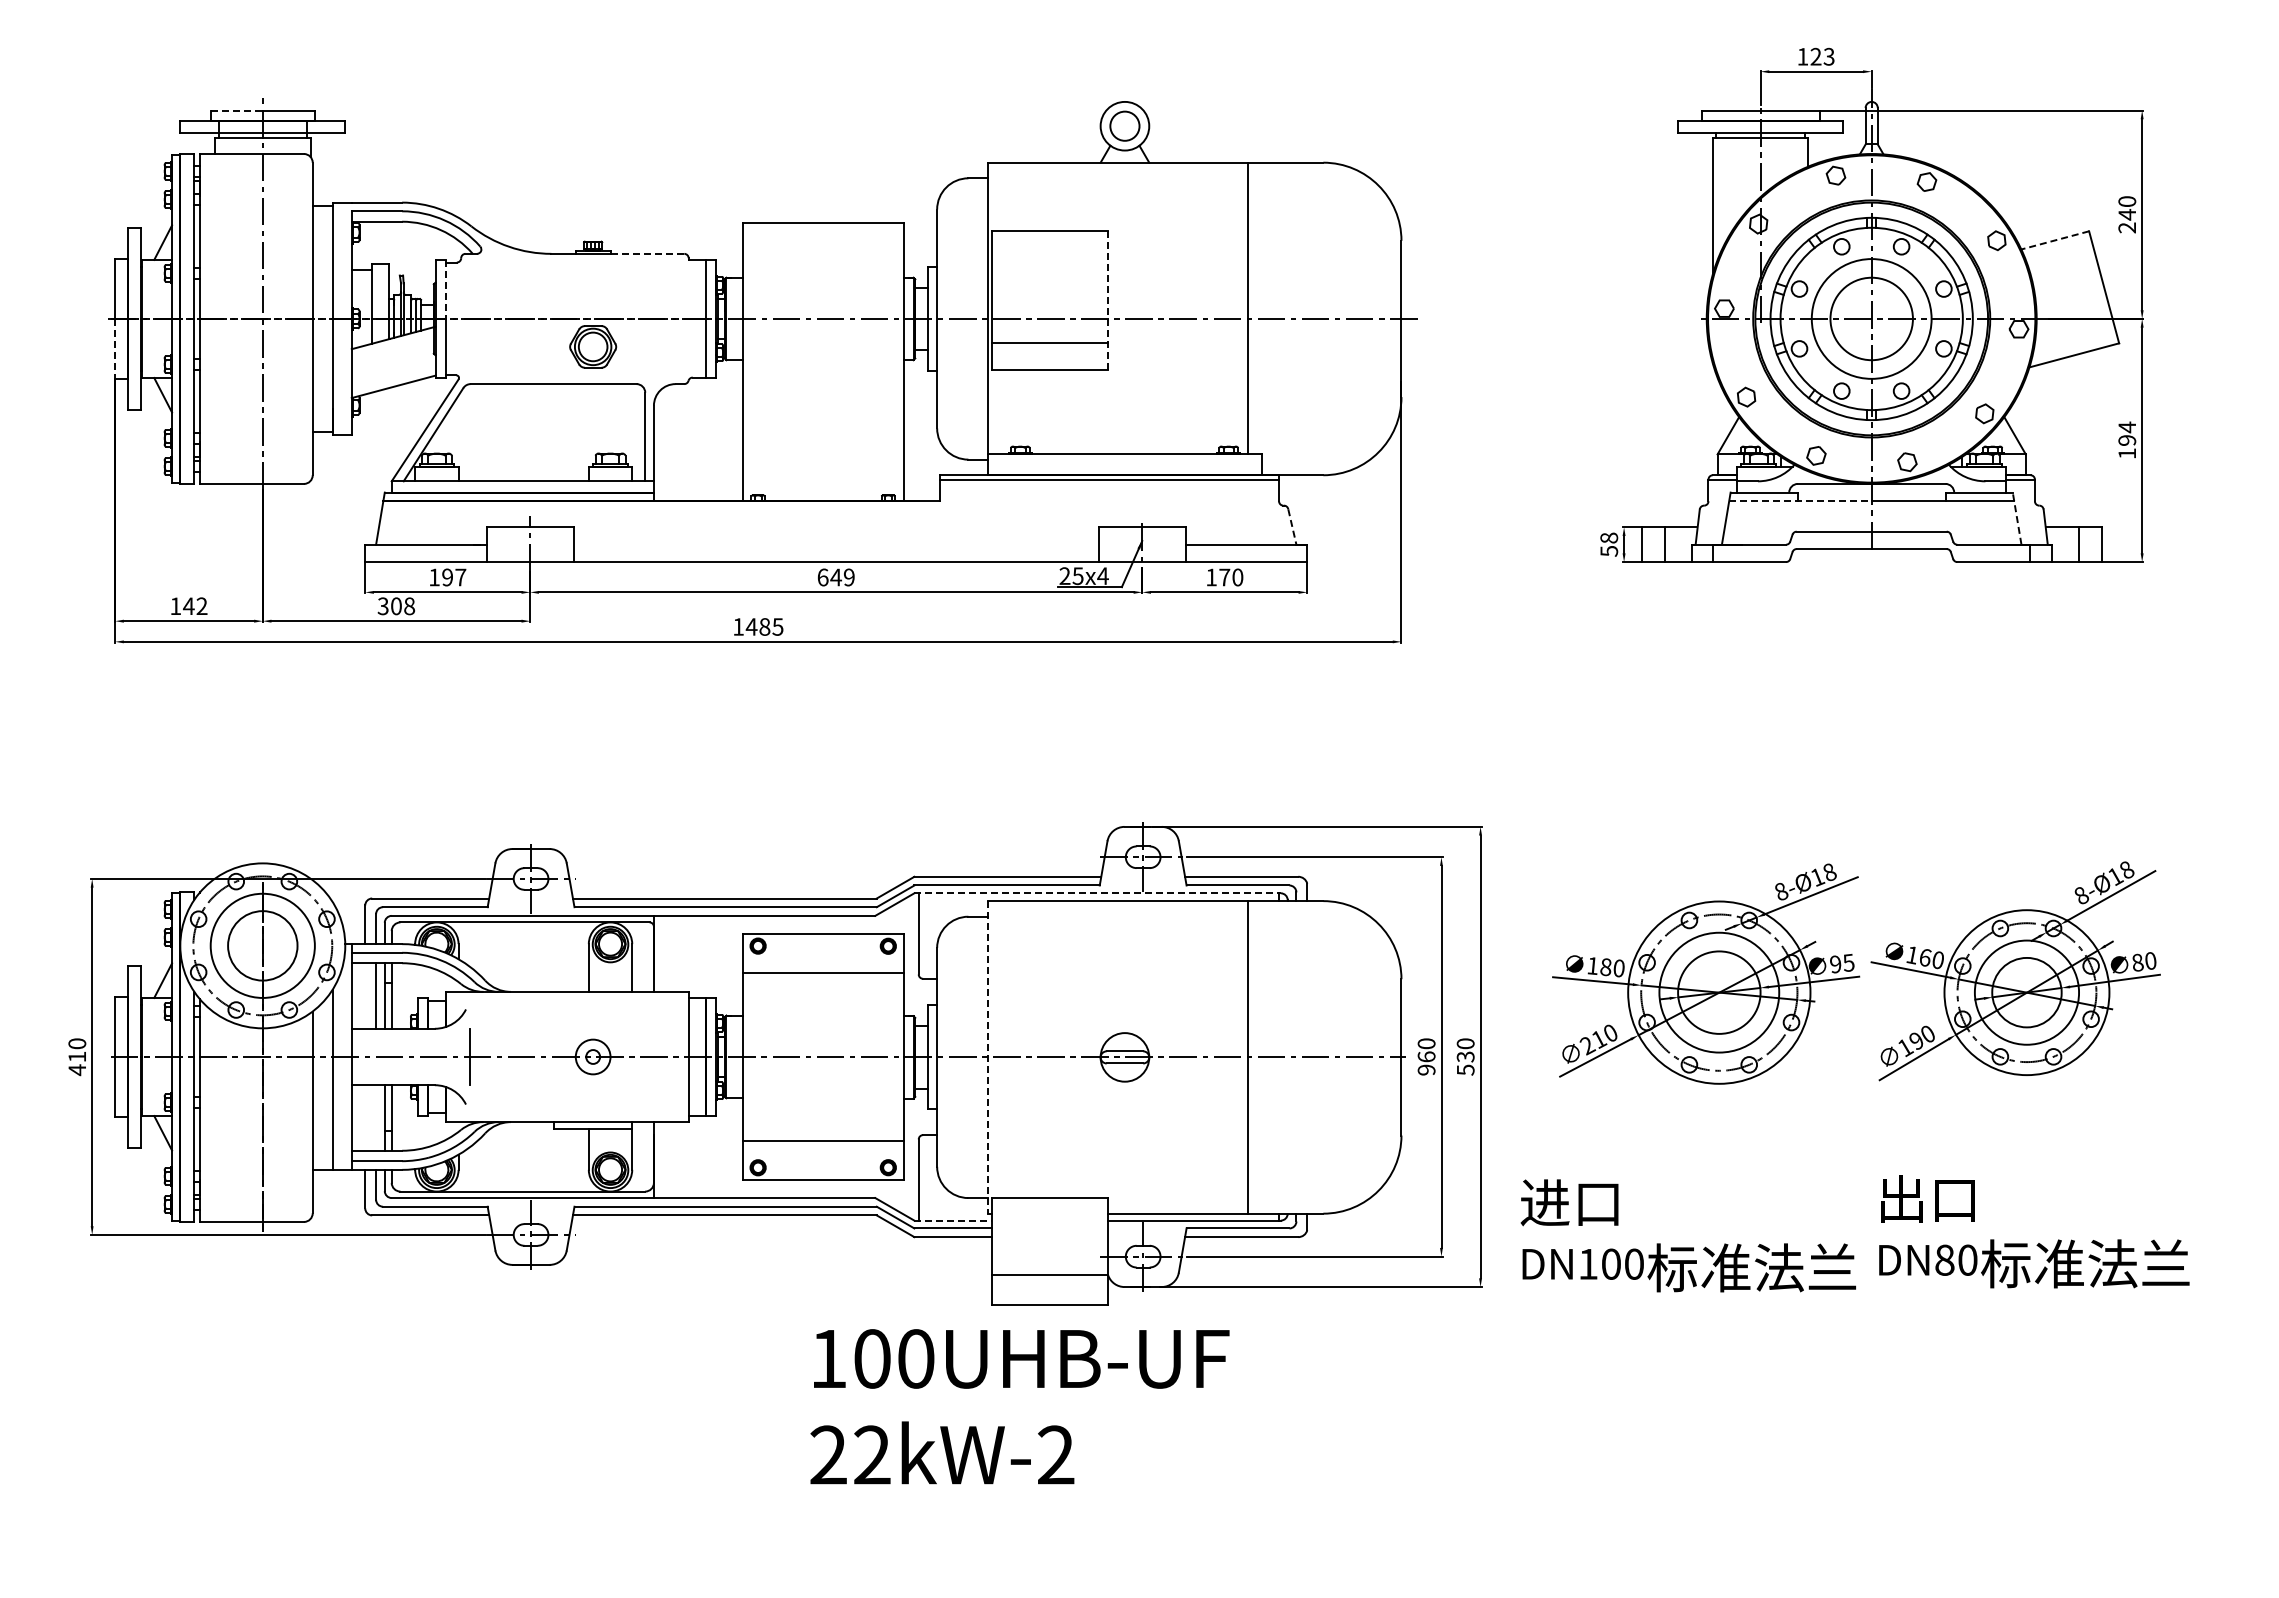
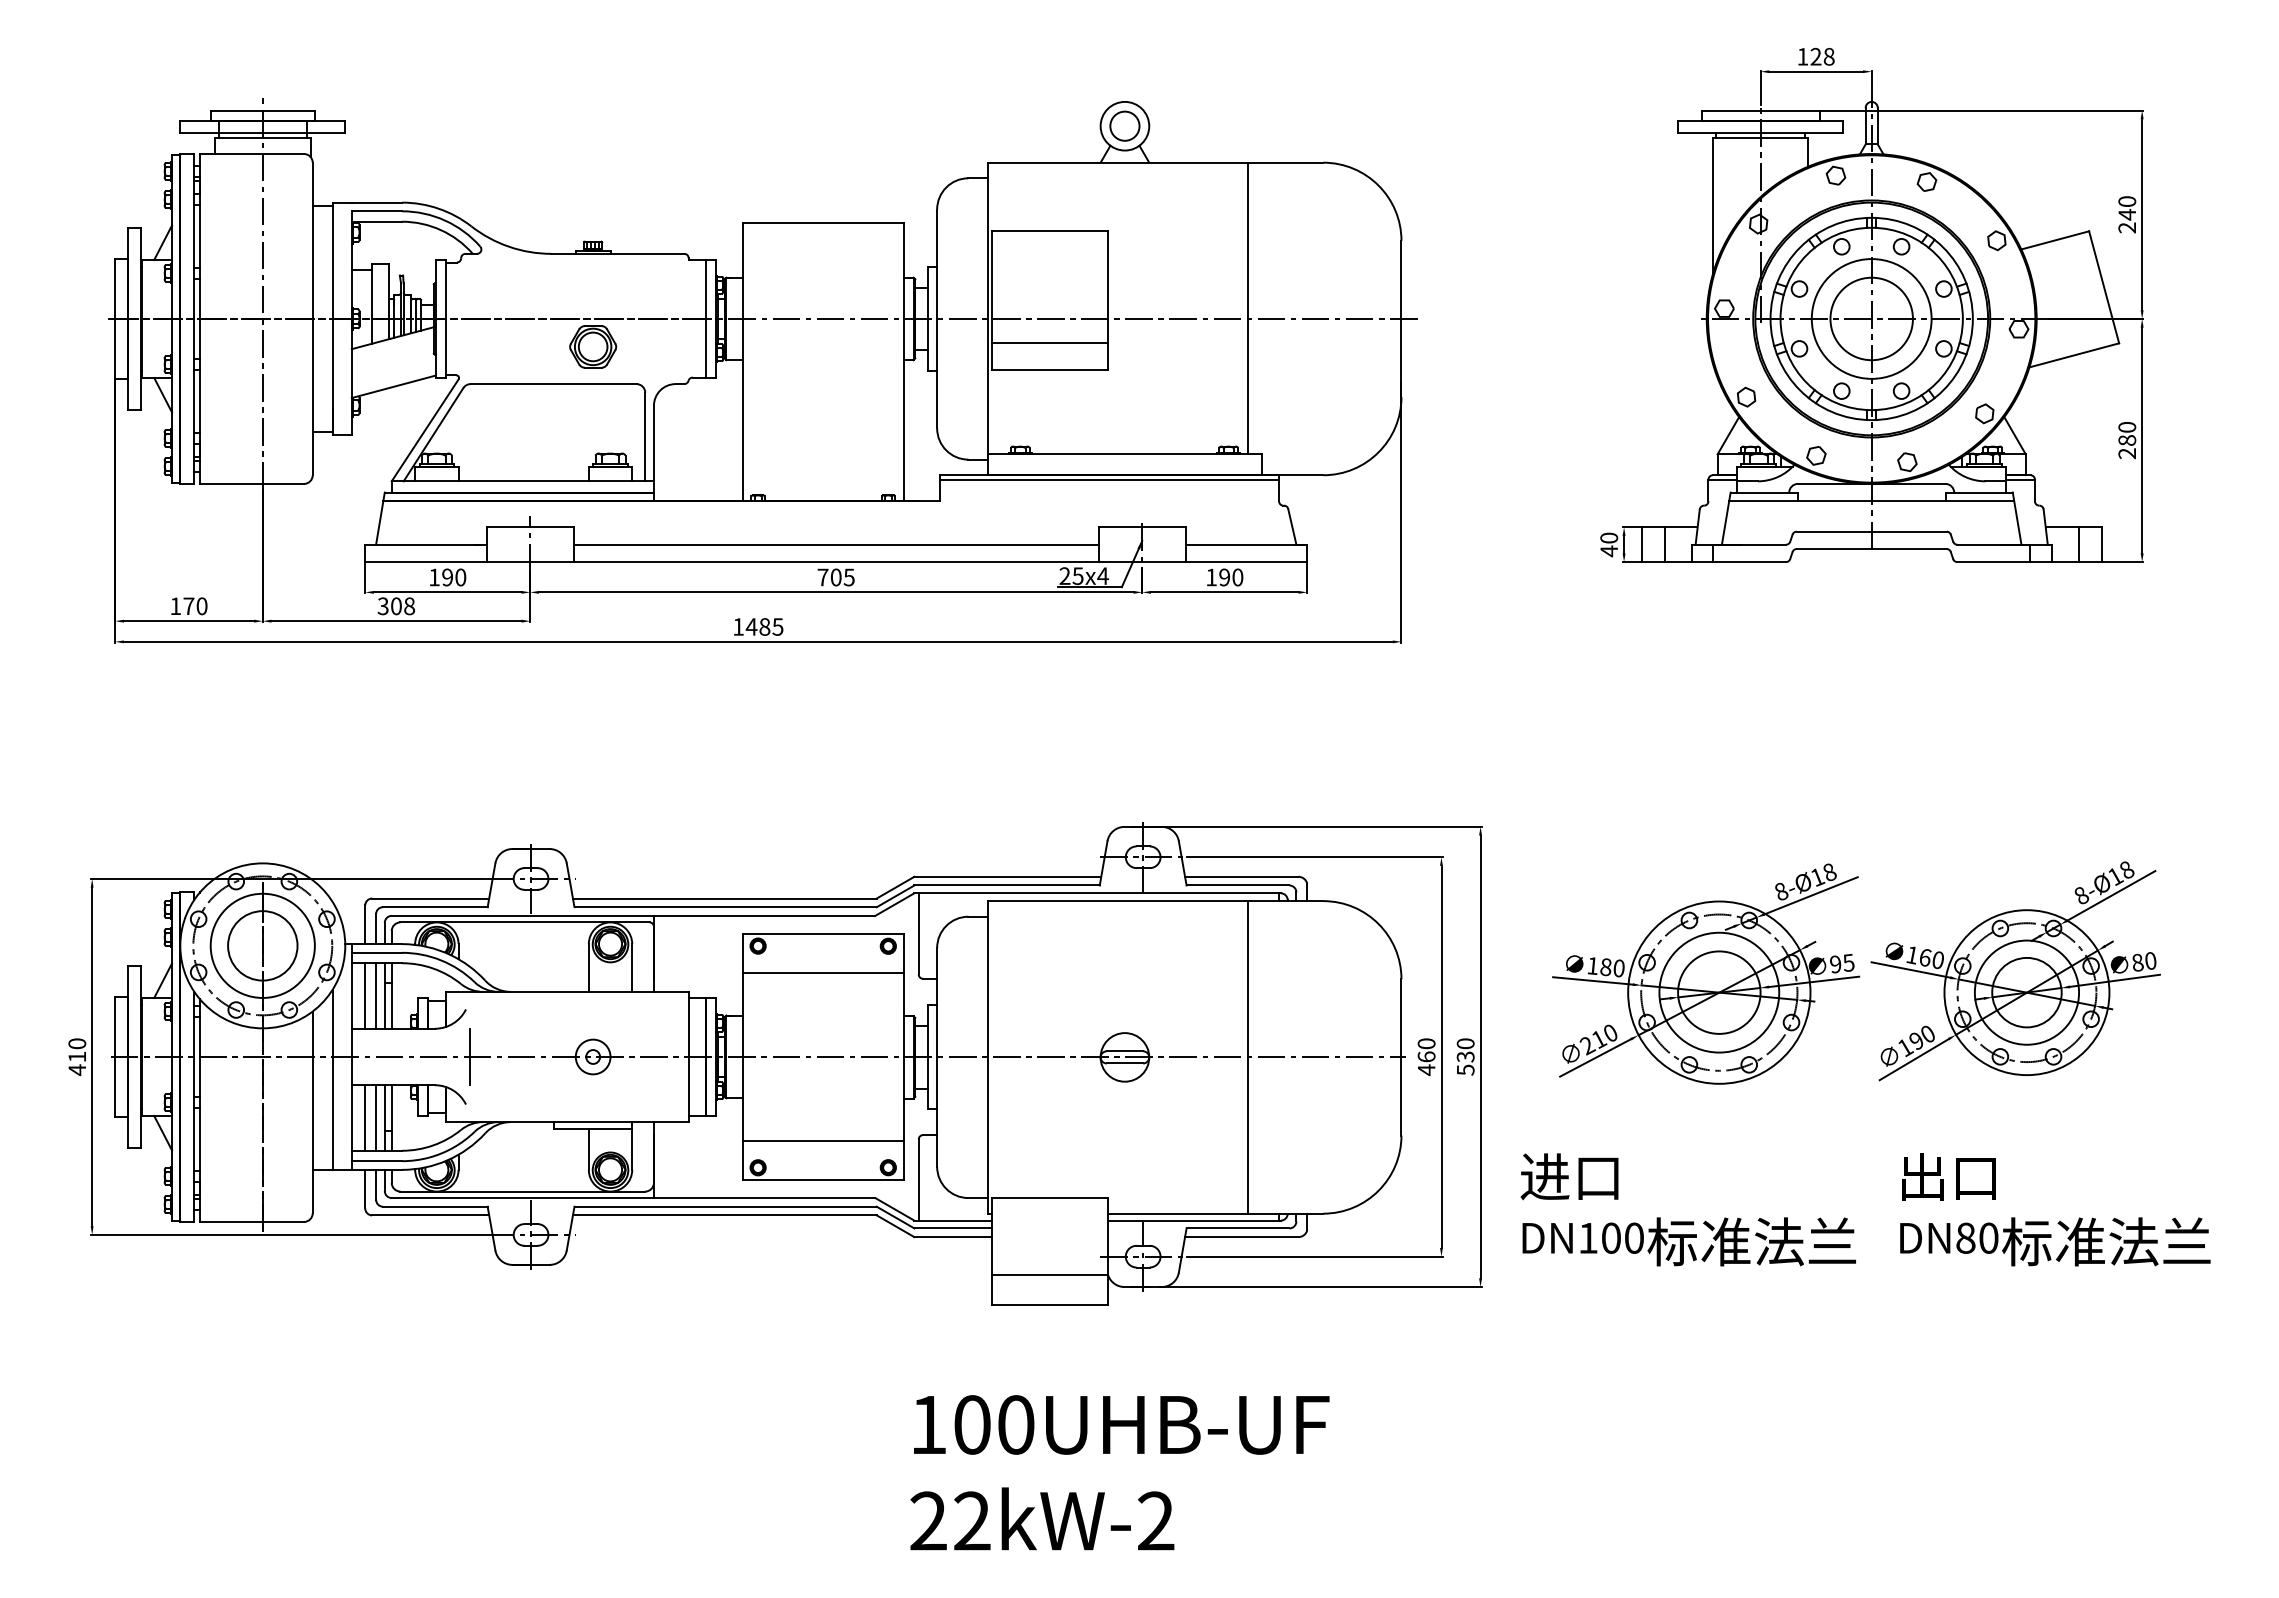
text at (1828, 56): 123 -> 128
line at (237, 110): dashed -> solid
line at (2054, 240): dashed -> solid
line at (647, 253): dashed -> solid
line at (445, 290): dashed -> solid
line at (1108, 300): dashed -> solid
line at (115, 348): dashed -> solid
text at (2127, 440): 194 -> 280
line at (1800, 501): dashed -> solid
line at (2017, 518): dashed -> solid
line at (1292, 527): dashed -> solid
line at (835, 544): none -> present
text at (1609, 544): 58 -> 40
text at (460, 577): 197 -> 190
text at (835, 577): 649 -> 705
text at (1224, 577): 170 -> 190
text at (195, 606): 142 -> 170
line at (1098, 893): dashed -> solid
line at (365, 995): none -> present
line at (988, 1057): dashed -> solid
text at (1426, 1070): 960 -> 460
line at (365, 1117): none -> present
line at (376, 1117): none -> present
line at (953, 1220): dashed -> solid
text at (2034, 1231) position: (2034, 1231) -> (2055, 1209)
text at (1687, 1235) position: (1687, 1235) -> (1687, 1209)
text at (1019, 1406) position: (1019, 1406) -> (1119, 1472)
